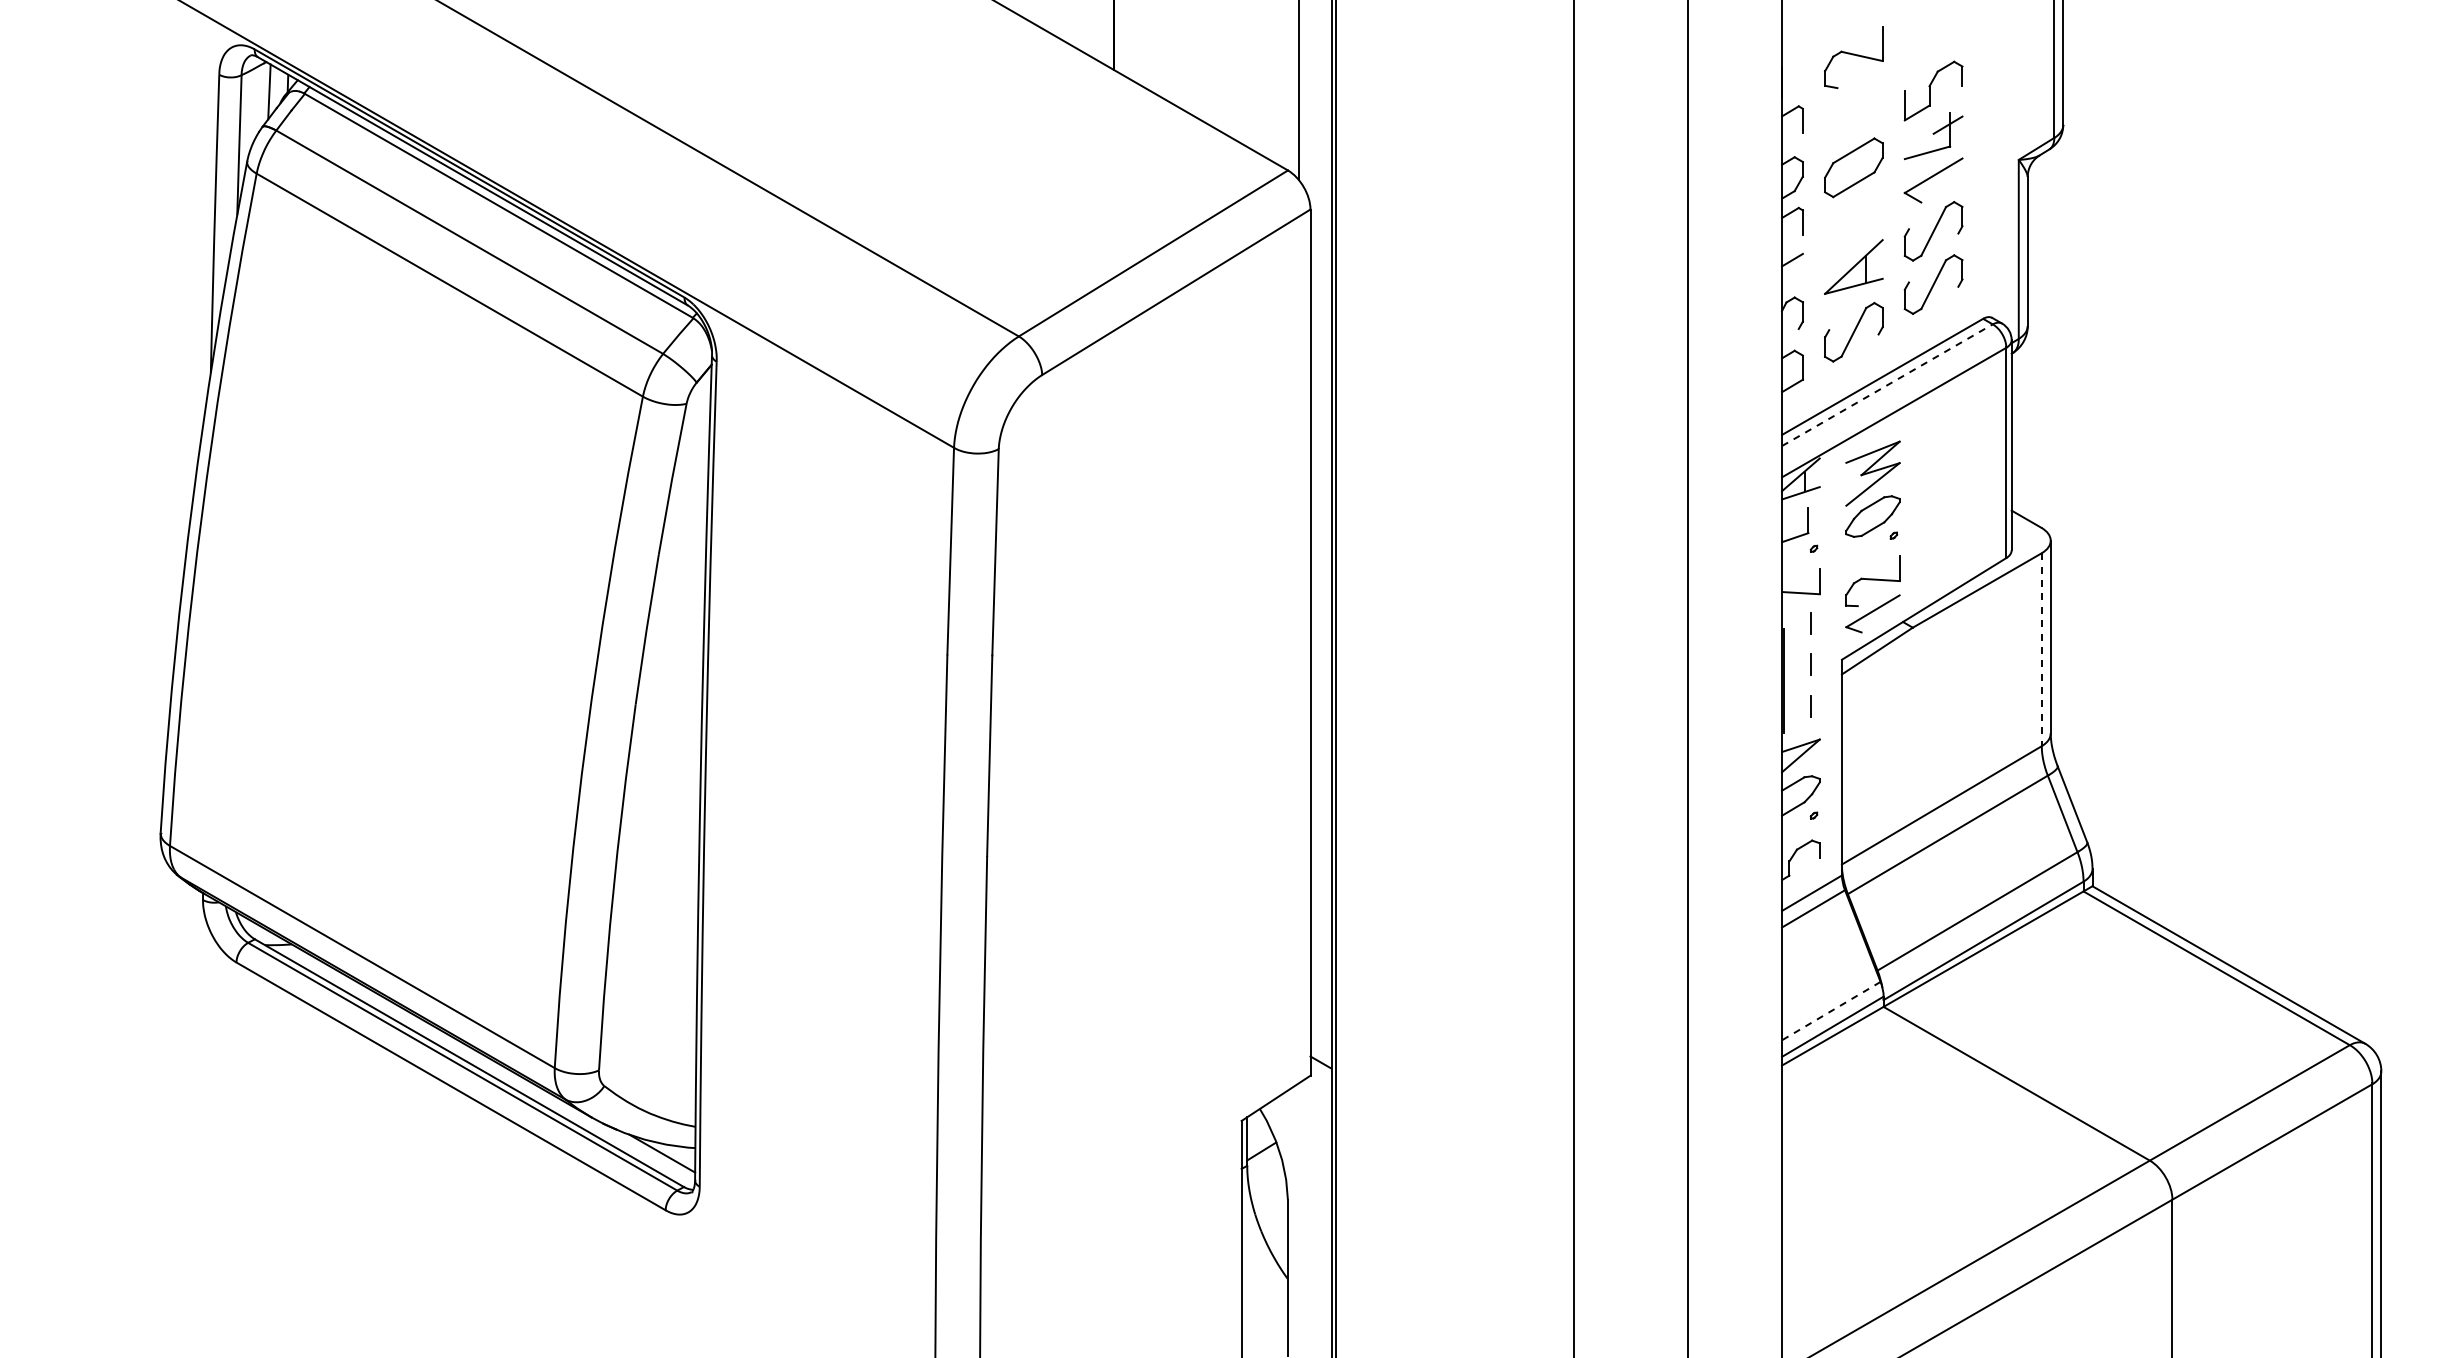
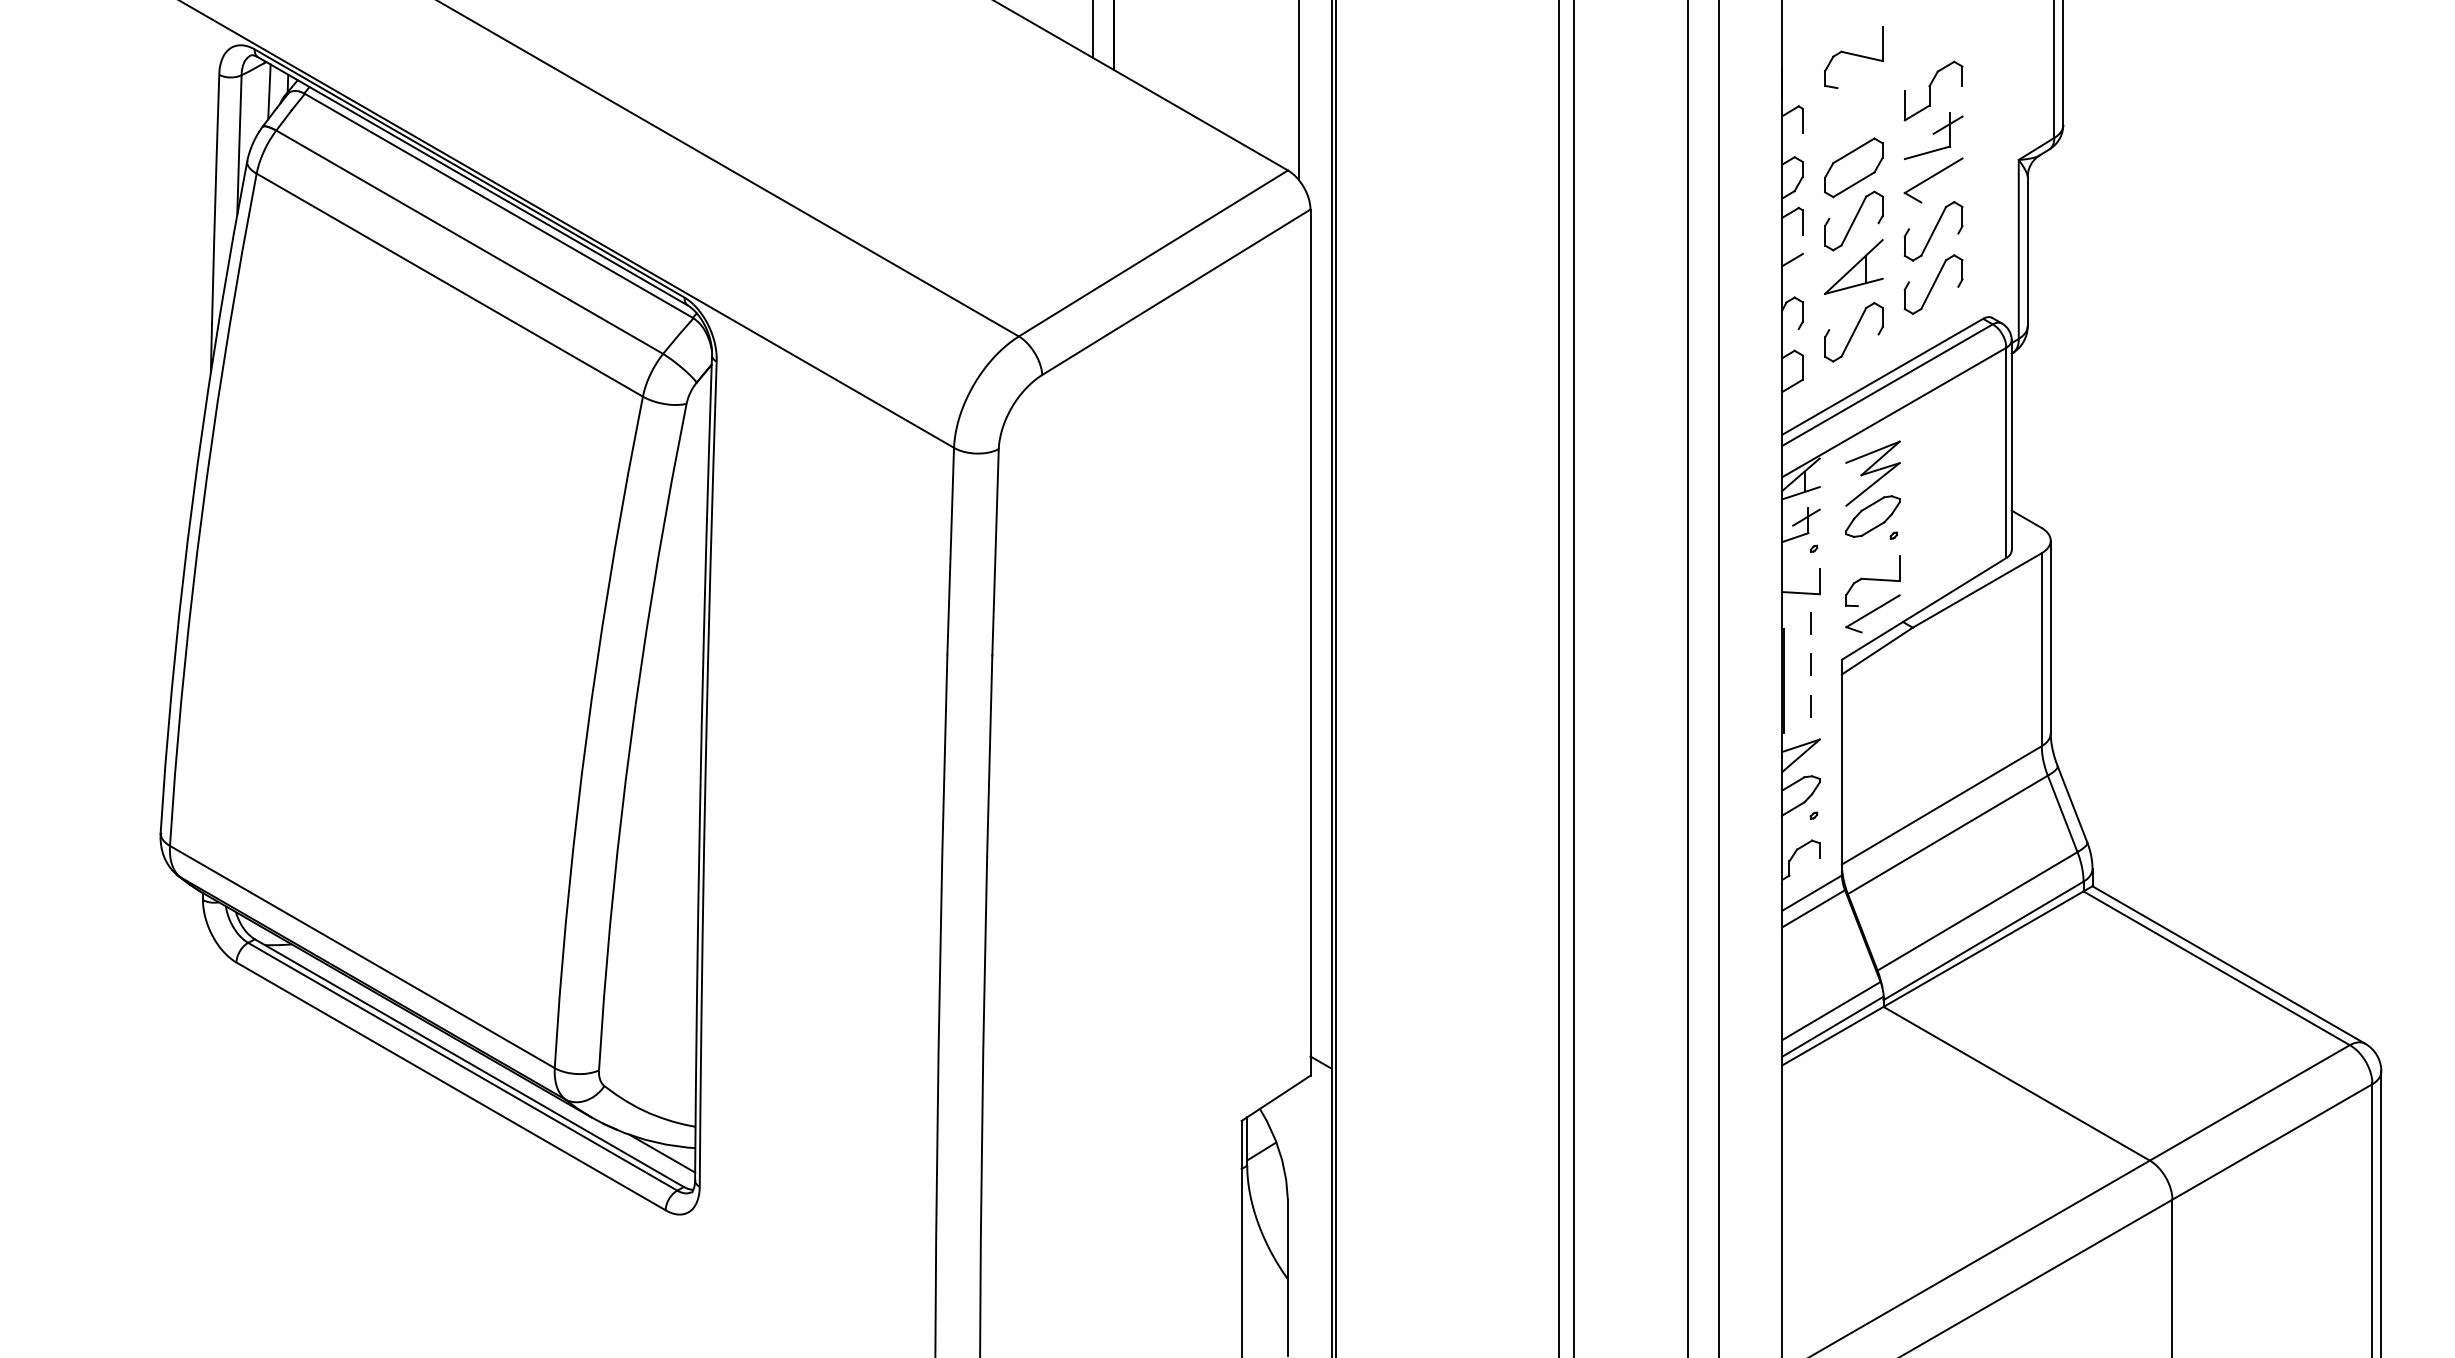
line at (1093, 29): none -> present
part at (1853, 220): none -> present
line at (1887, 385): dashed -> solid
line at (1806, 517): none -> present
line at (2041, 650): dashed -> solid
line at (1559, 678): none -> present
line at (1718, 678): none -> present
line at (1830, 1011): dashed -> solid
